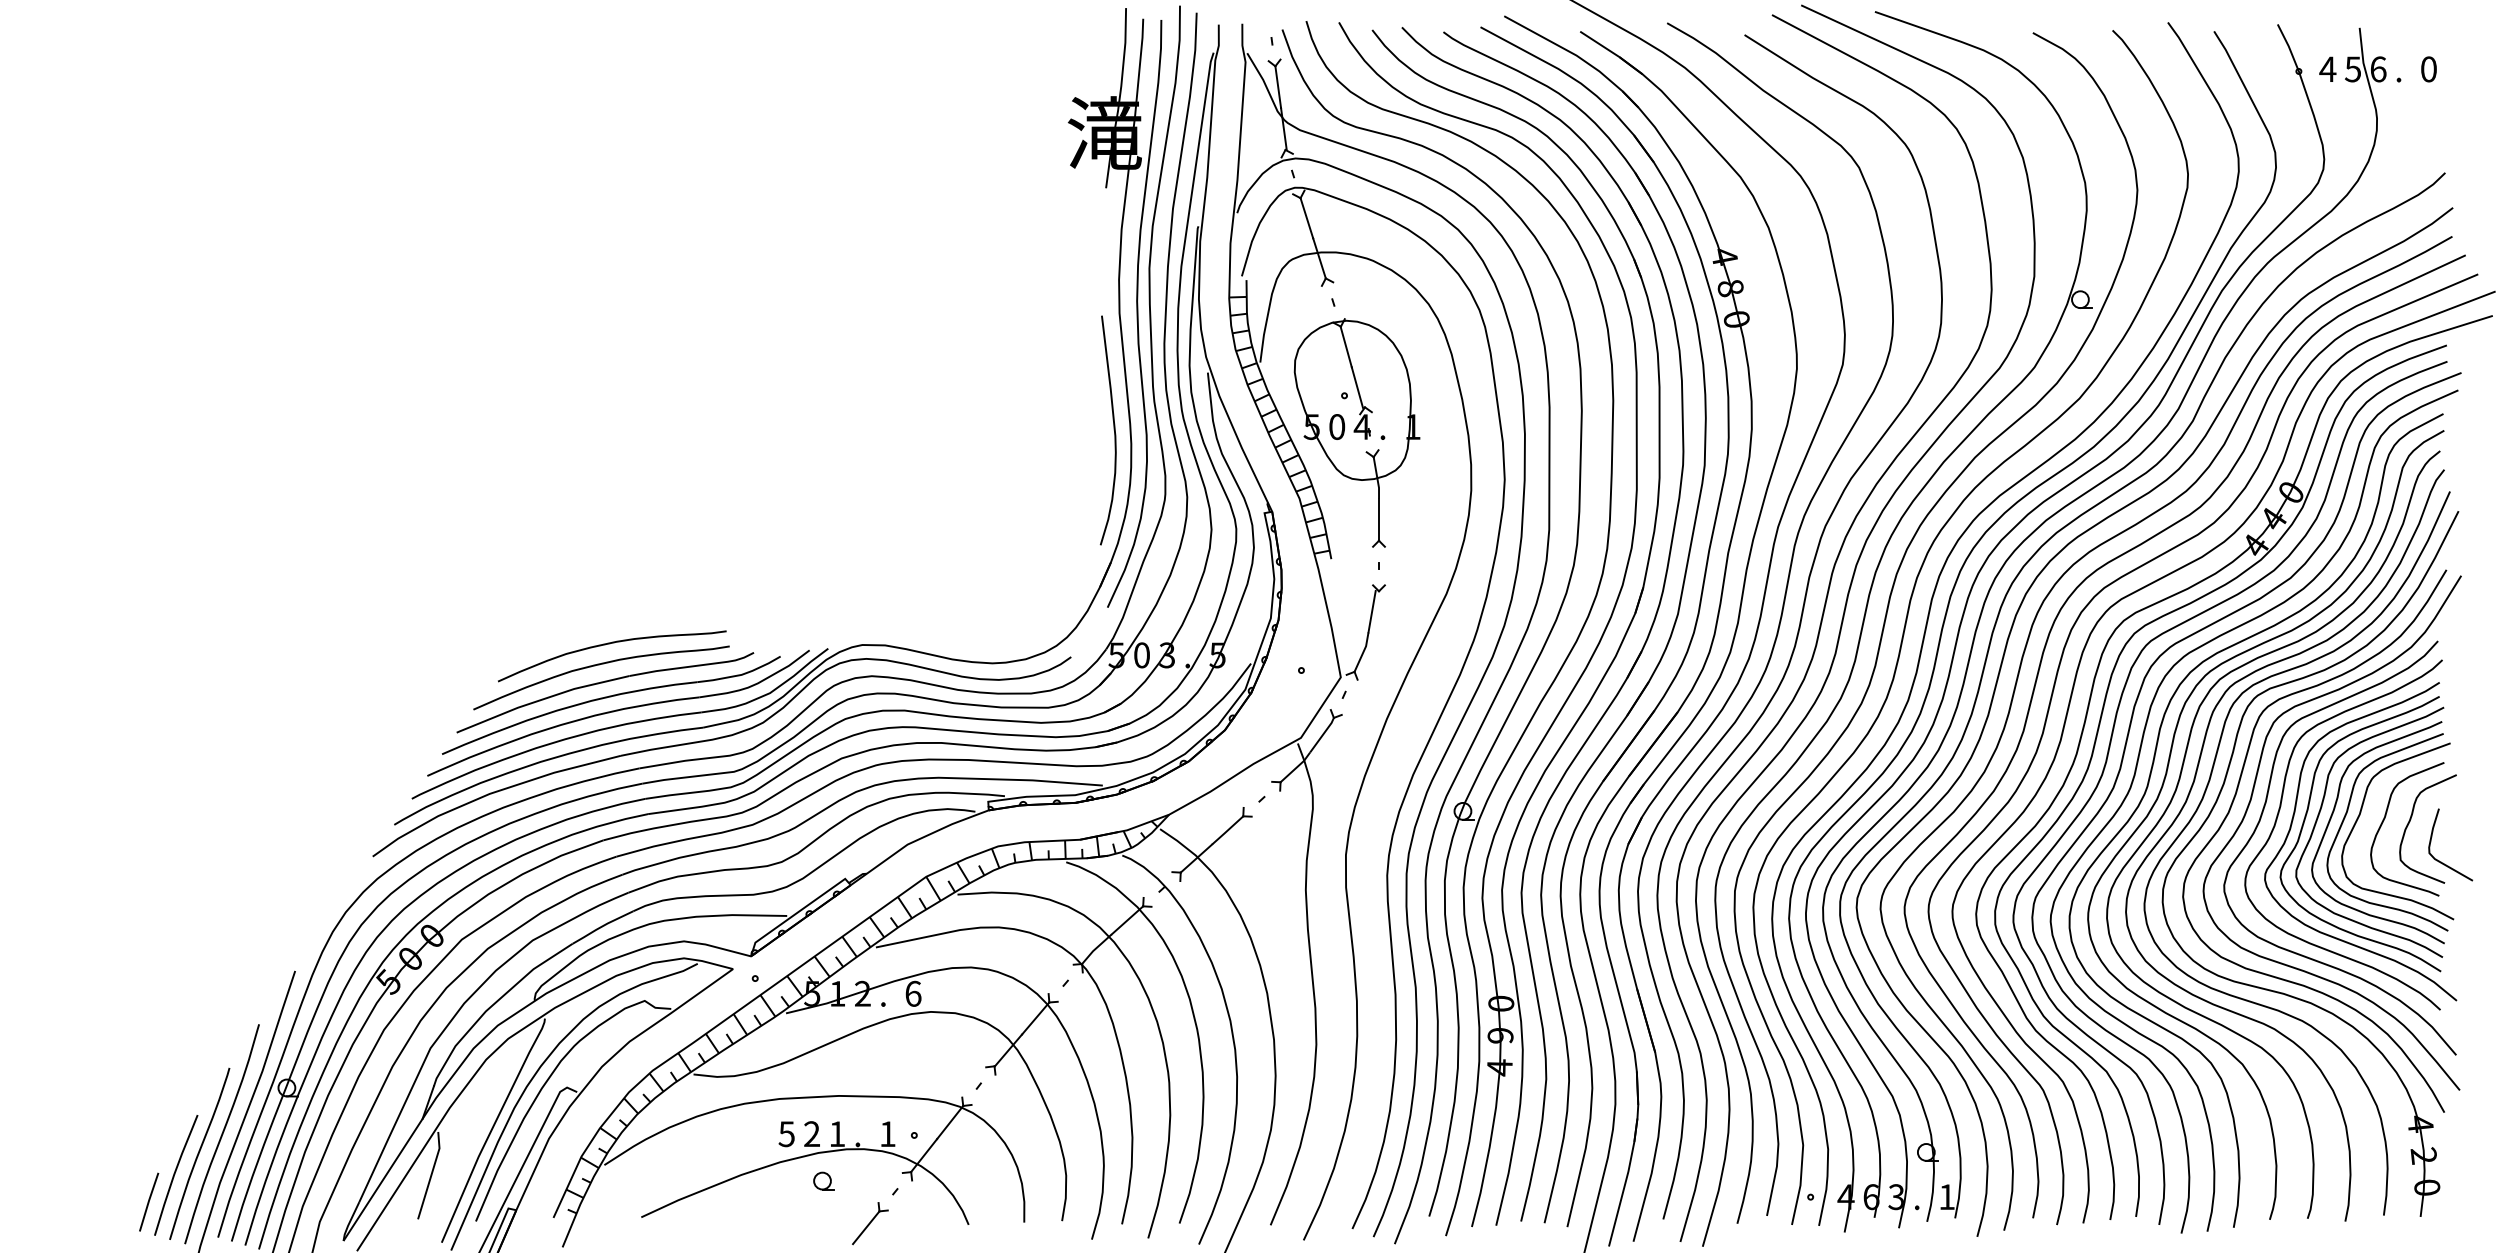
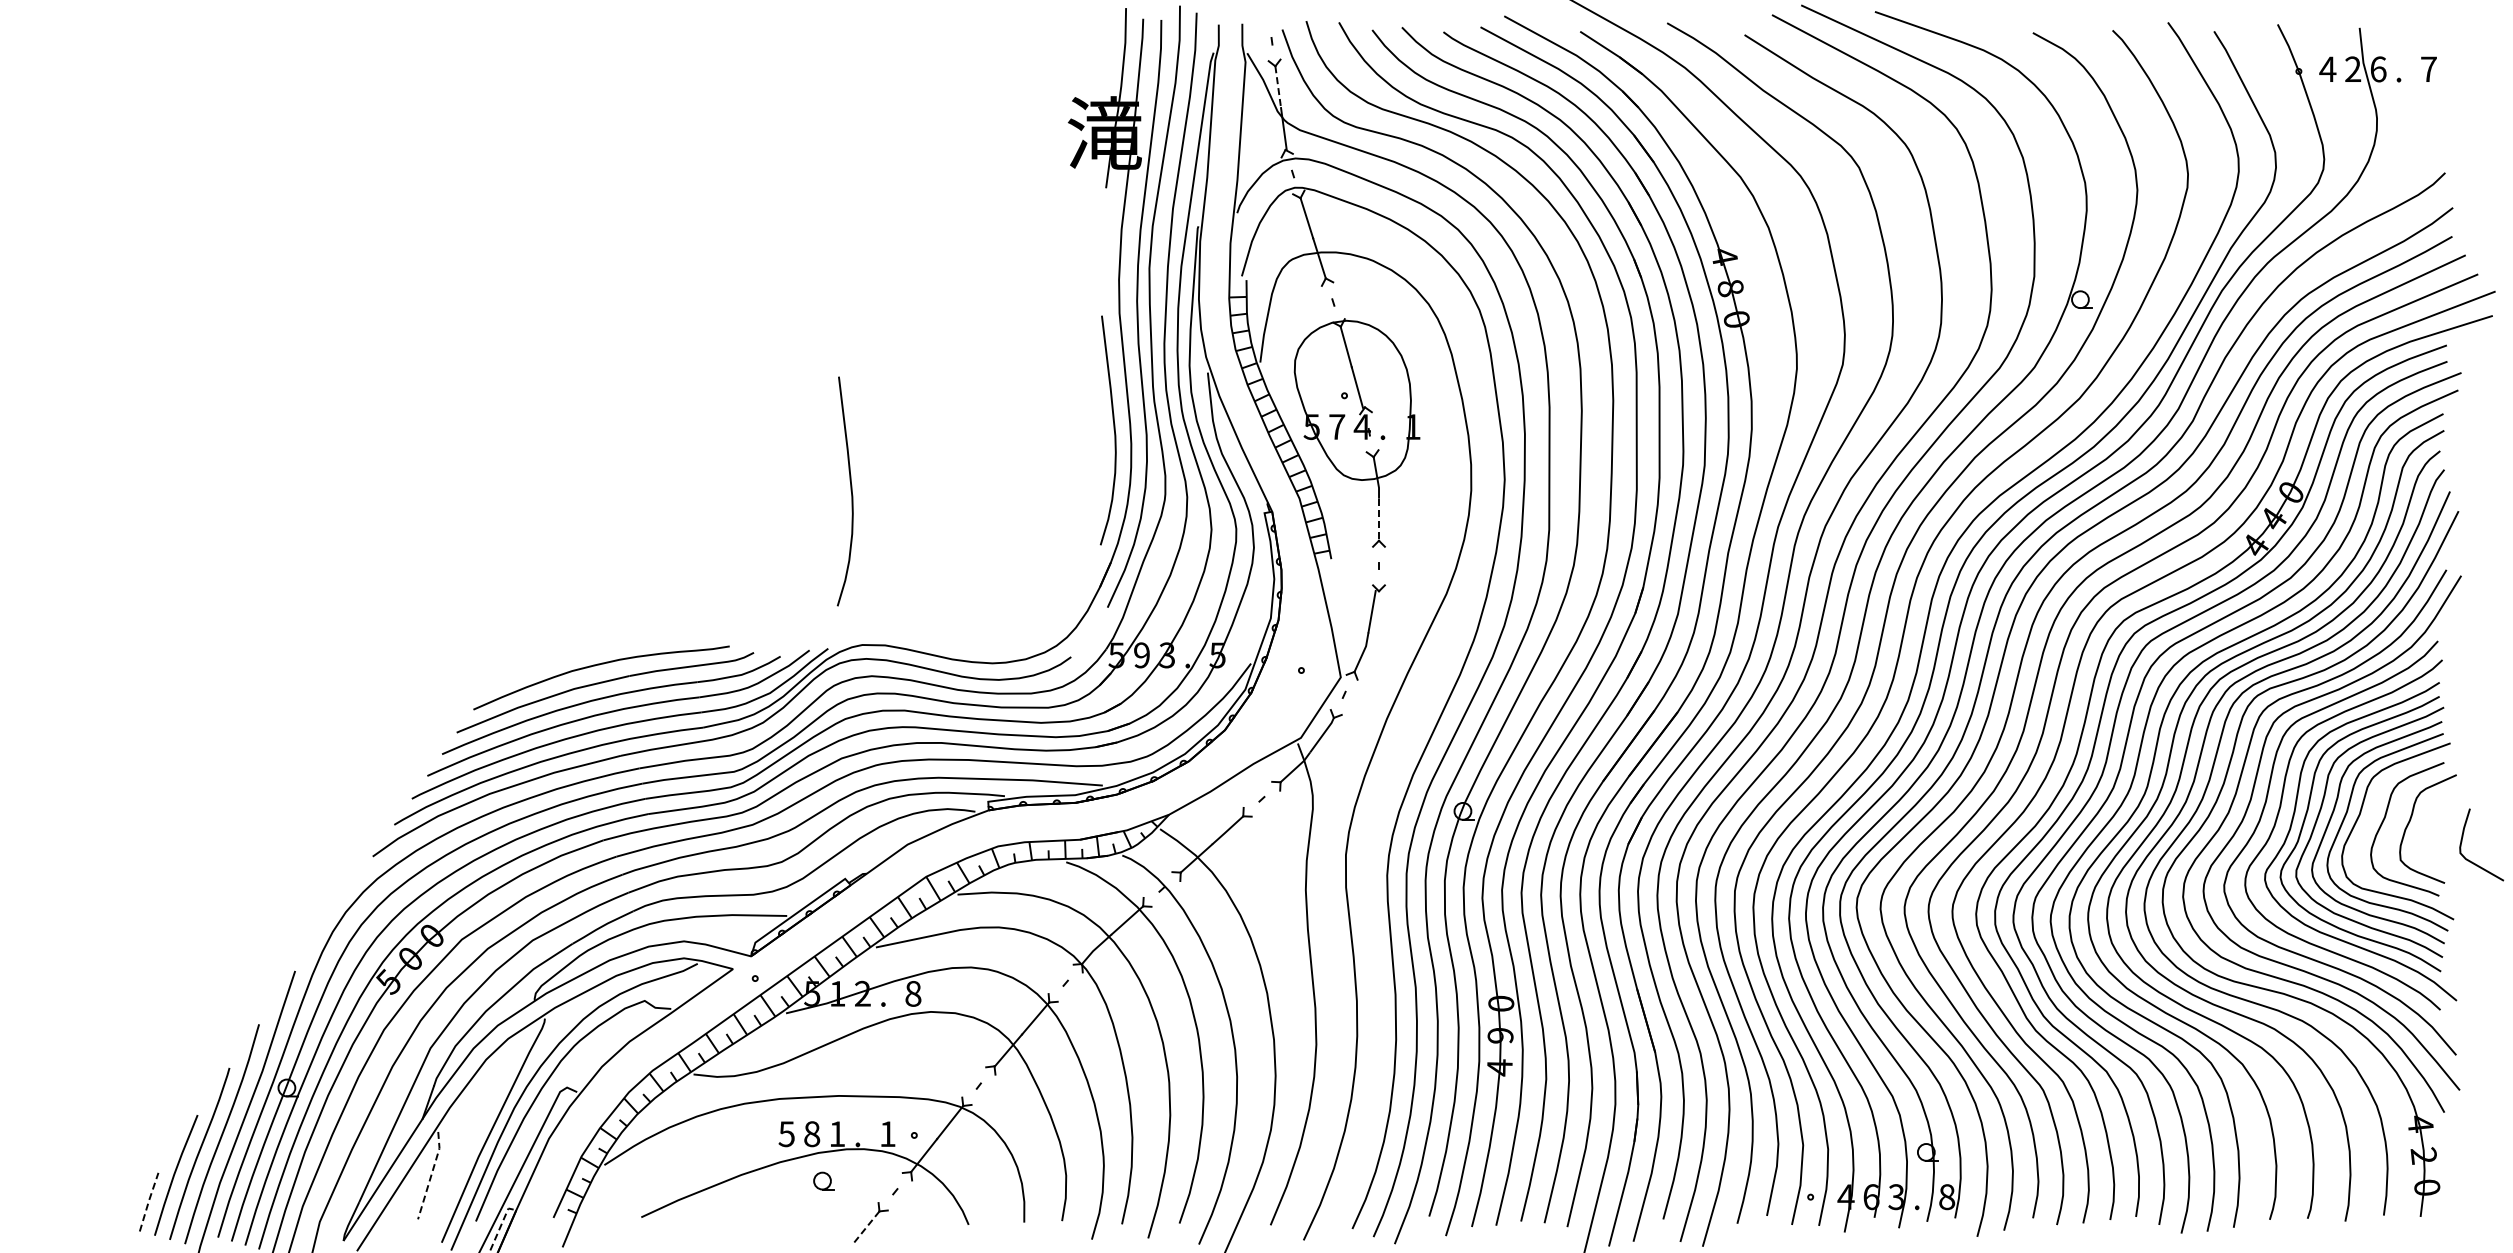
text at (2353, 69): 5 -> 2
text at (2428, 69): 0 -> 7
line at (1278, 87): solid -> dashed
text at (1337, 427): 0 -> 7
curve at (850, 491): none -> present
line at (1379, 520): solid -> dashed
curve at (610, 644): present -> none
text at (1141, 655): 0 -> 9
curve at (2431, 842) position: (2431, 842) -> (2462, 842)
text at (913, 993): 6 -> 8
text at (812, 1134): 2 -> 8
line at (431, 1175): solid -> dashed
text at (1947, 1197): 1 -> 8
line at (148, 1201): solid -> dashed
line at (501, 1224): solid -> dashed
line at (865, 1228): solid -> dashed
